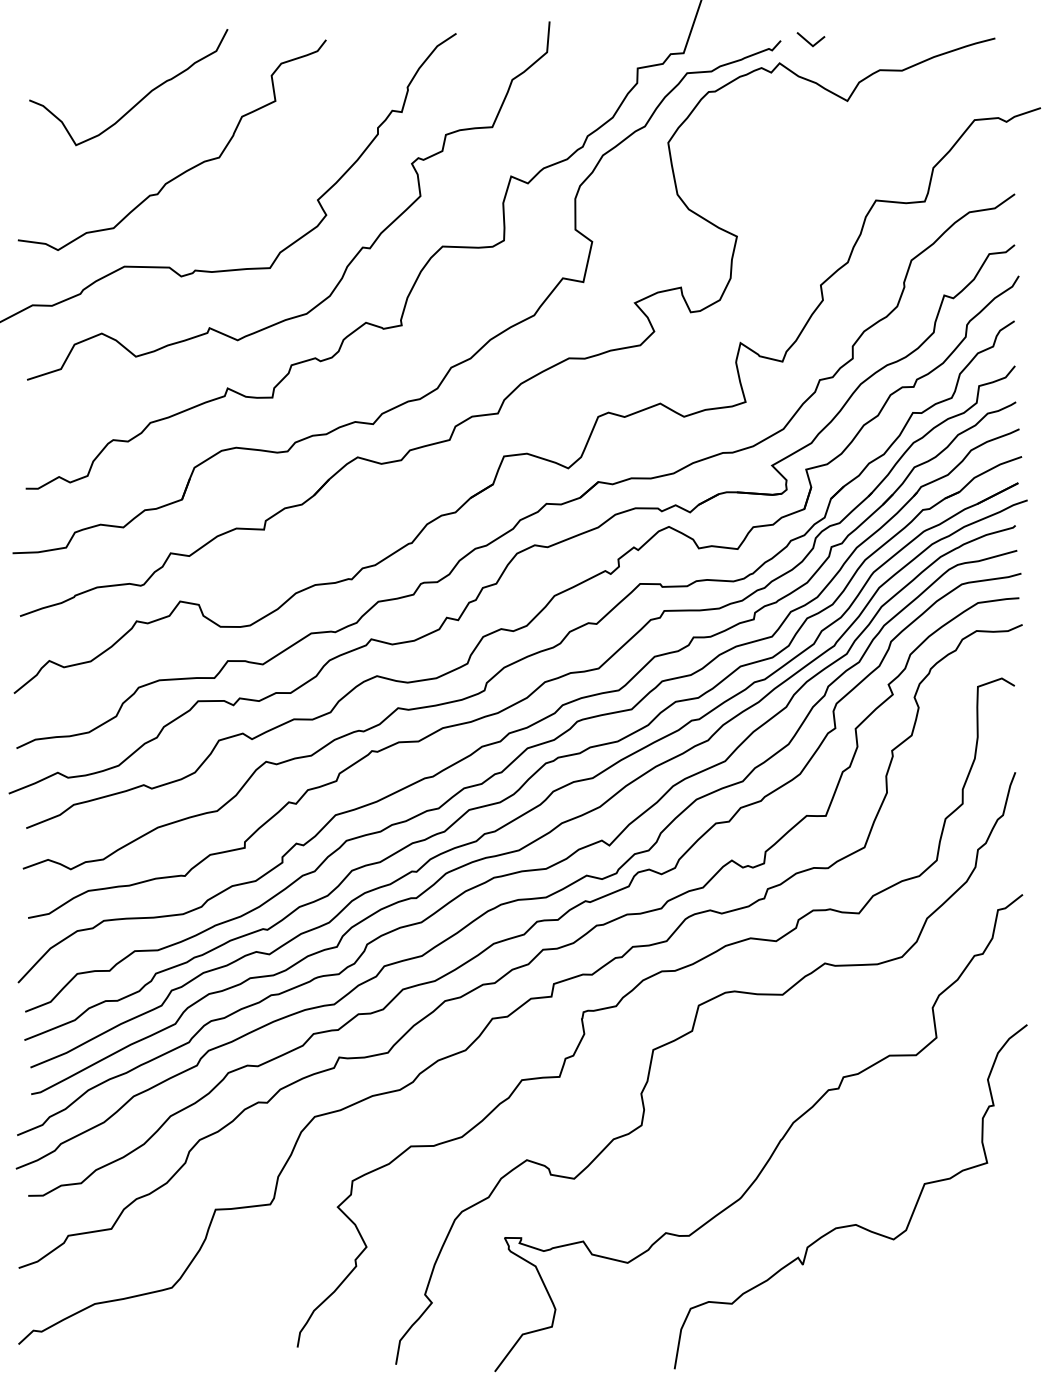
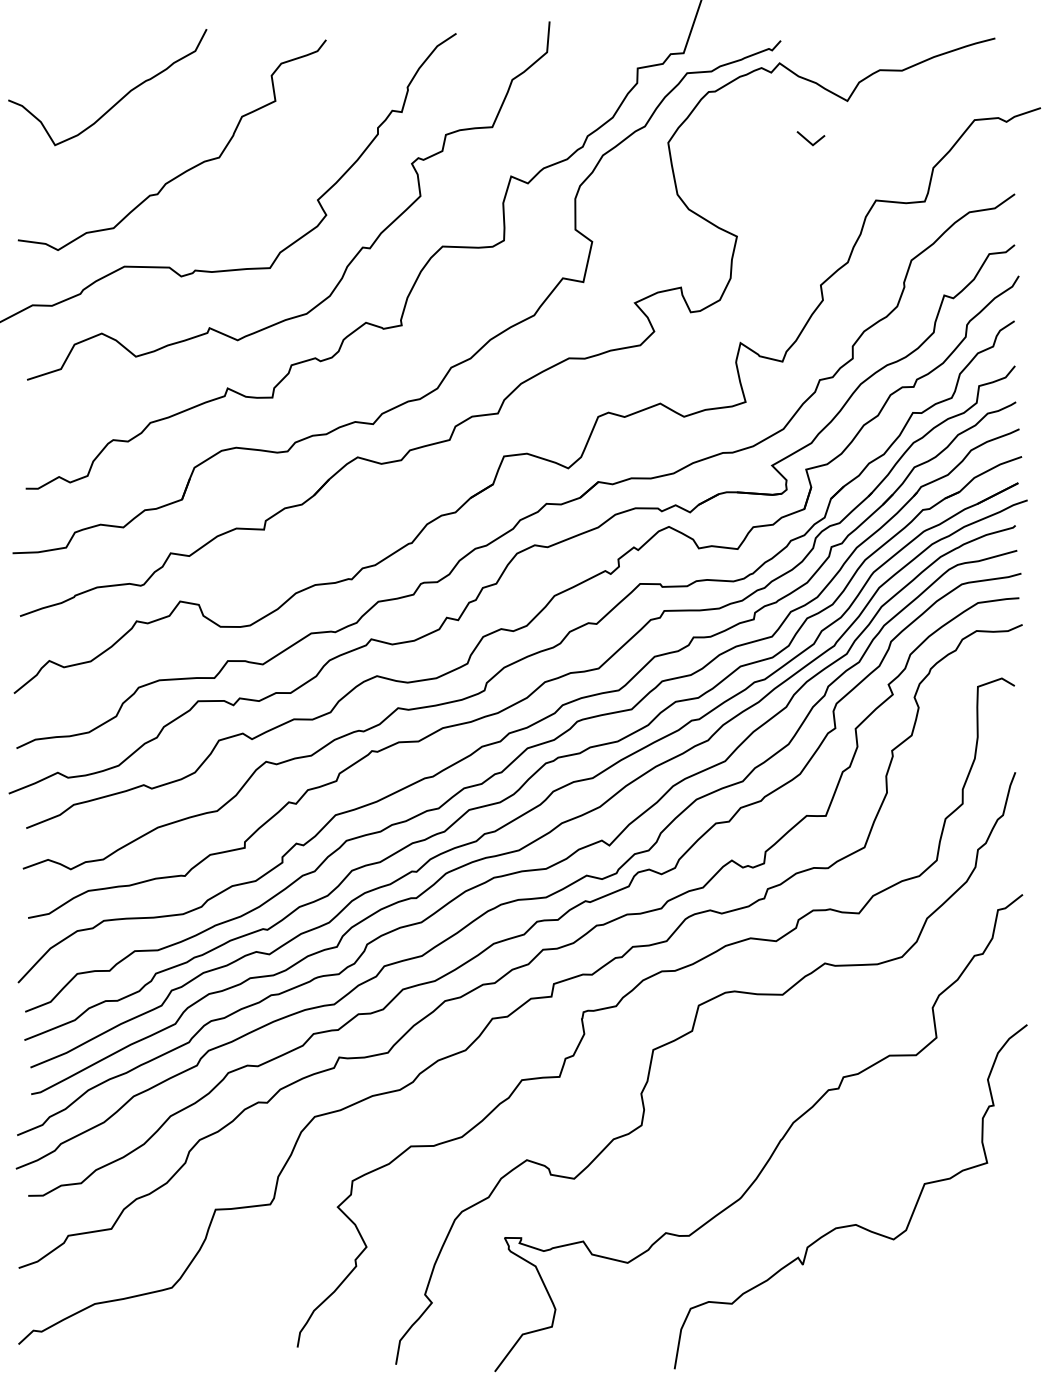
line at (809, 41) position: (809, 41) -> (809, 140)
curve at (140, 99) position: (140, 99) -> (119, 99)
